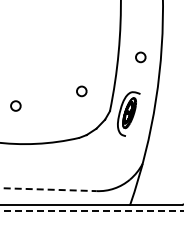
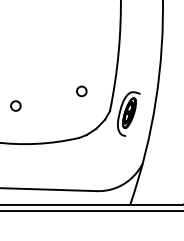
part at (140, 57): present -> none
line at (48, 189): dashed -> solid
line at (92, 210): dashed -> solid
